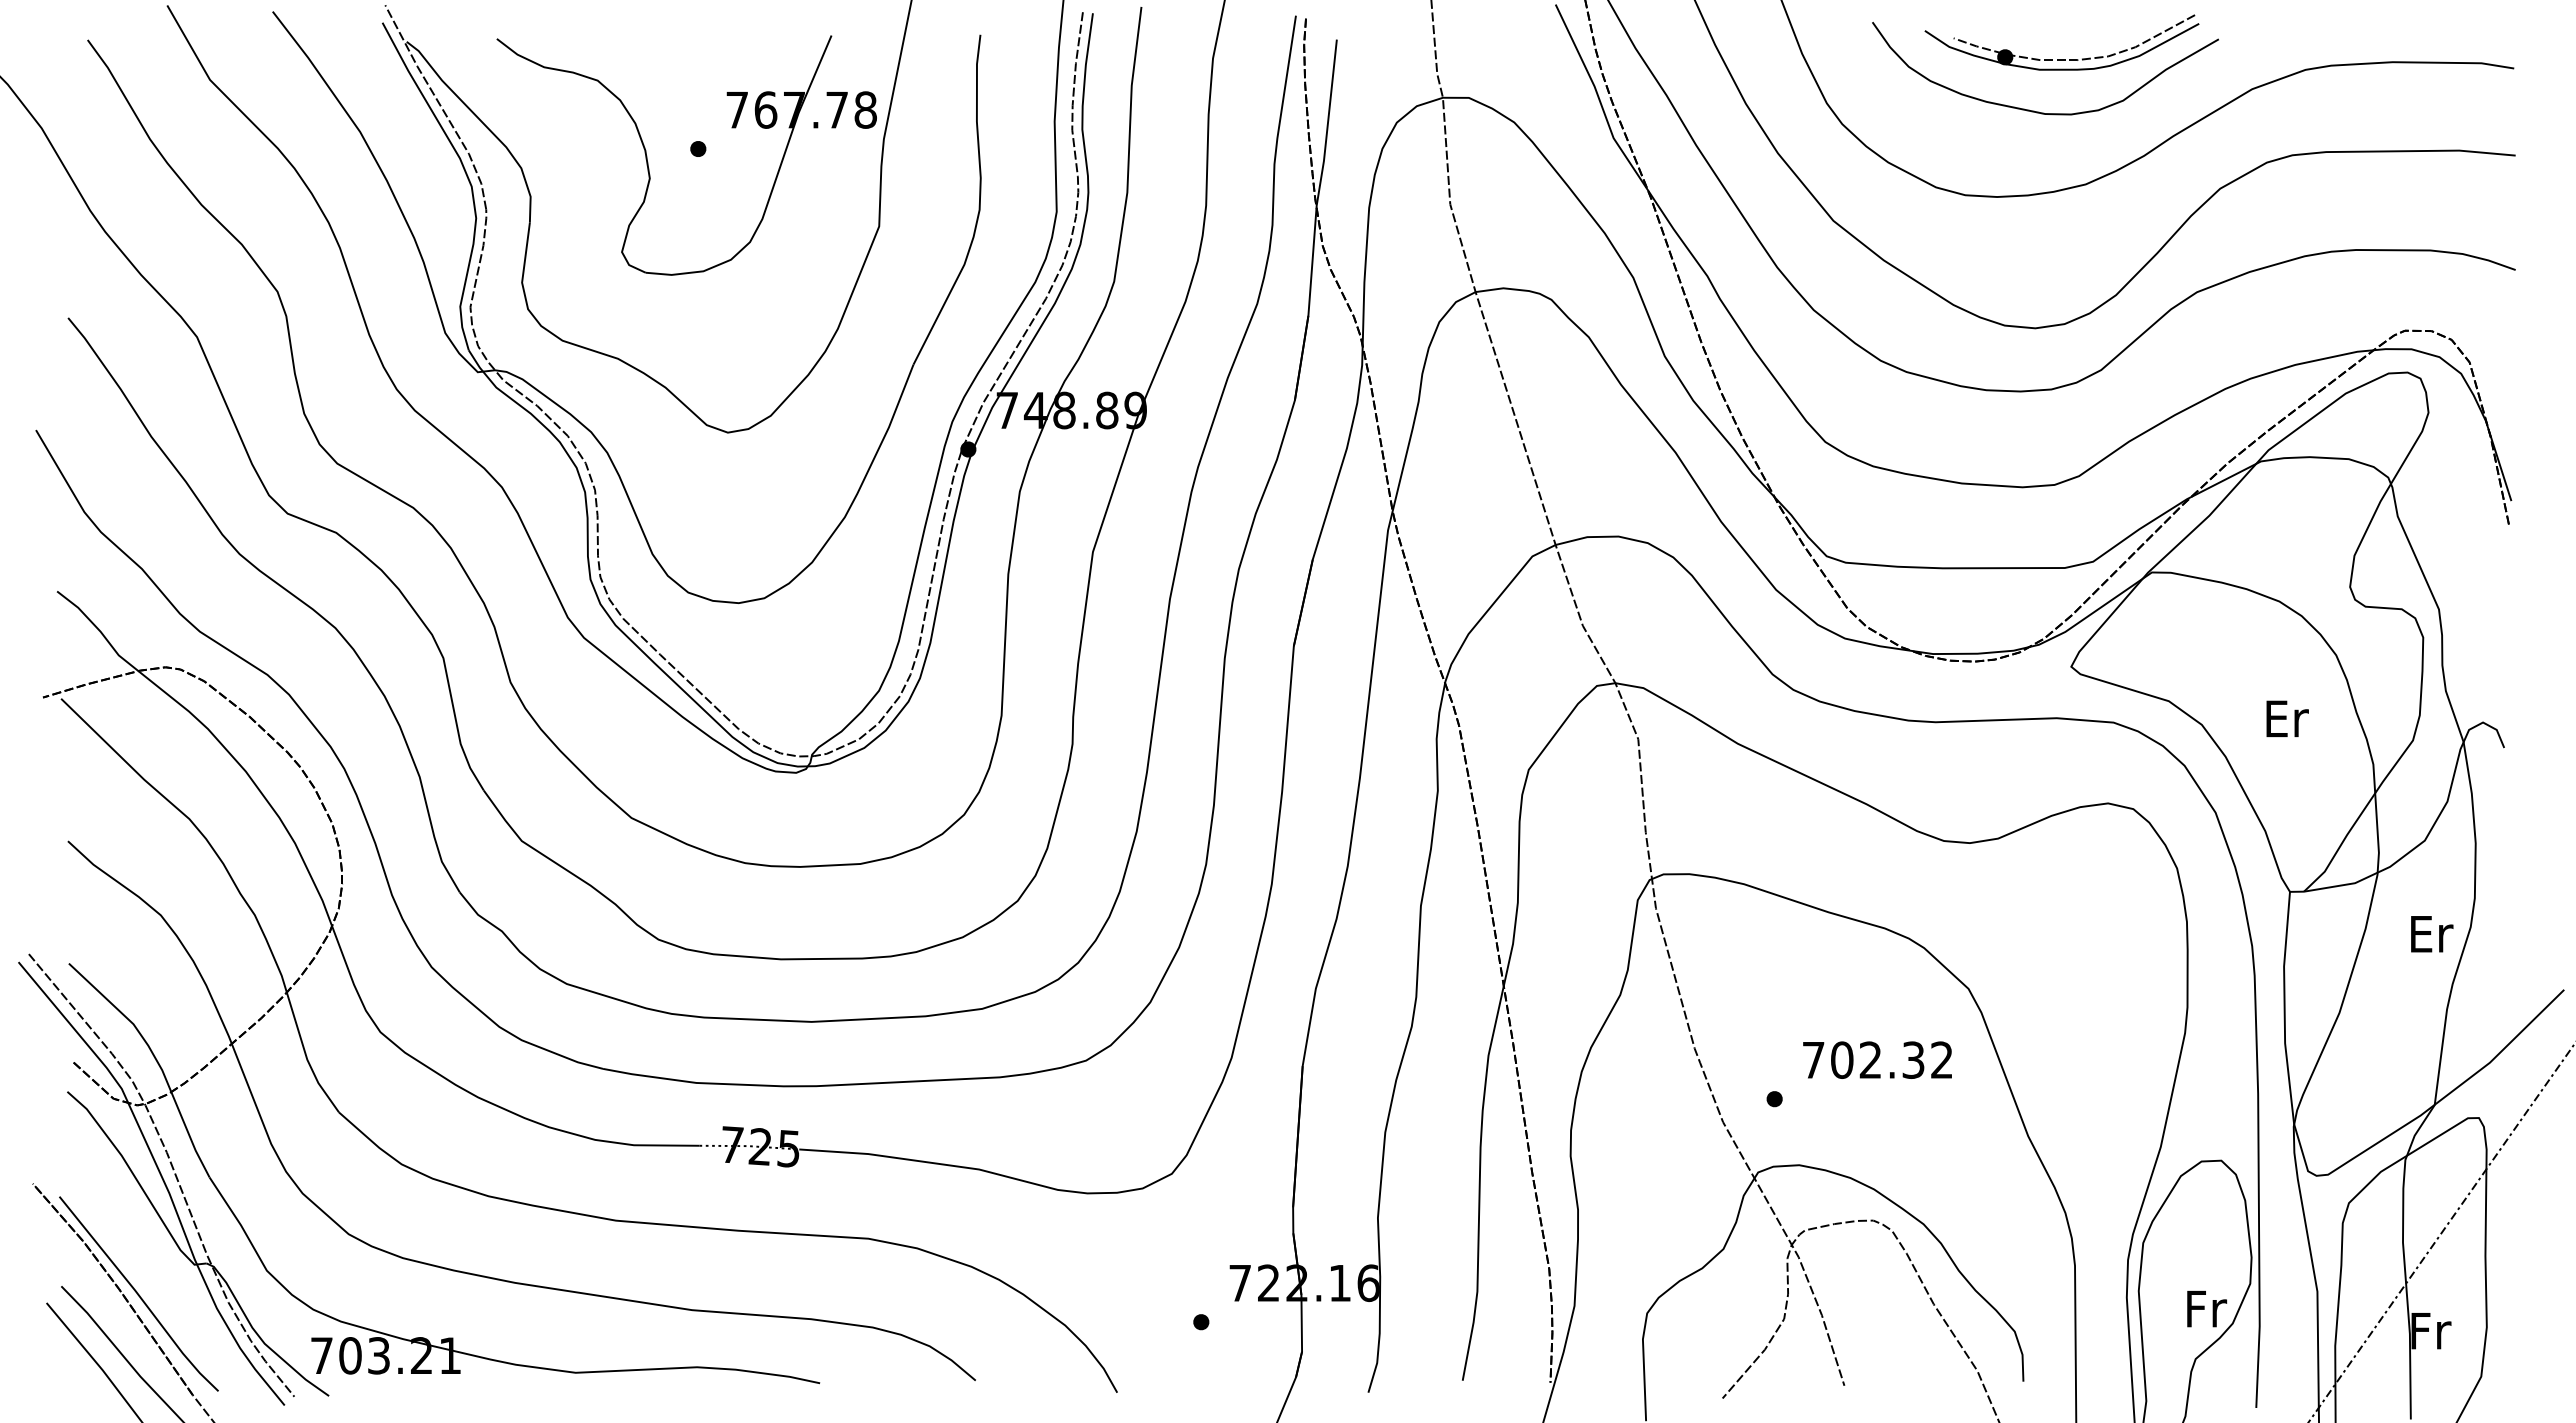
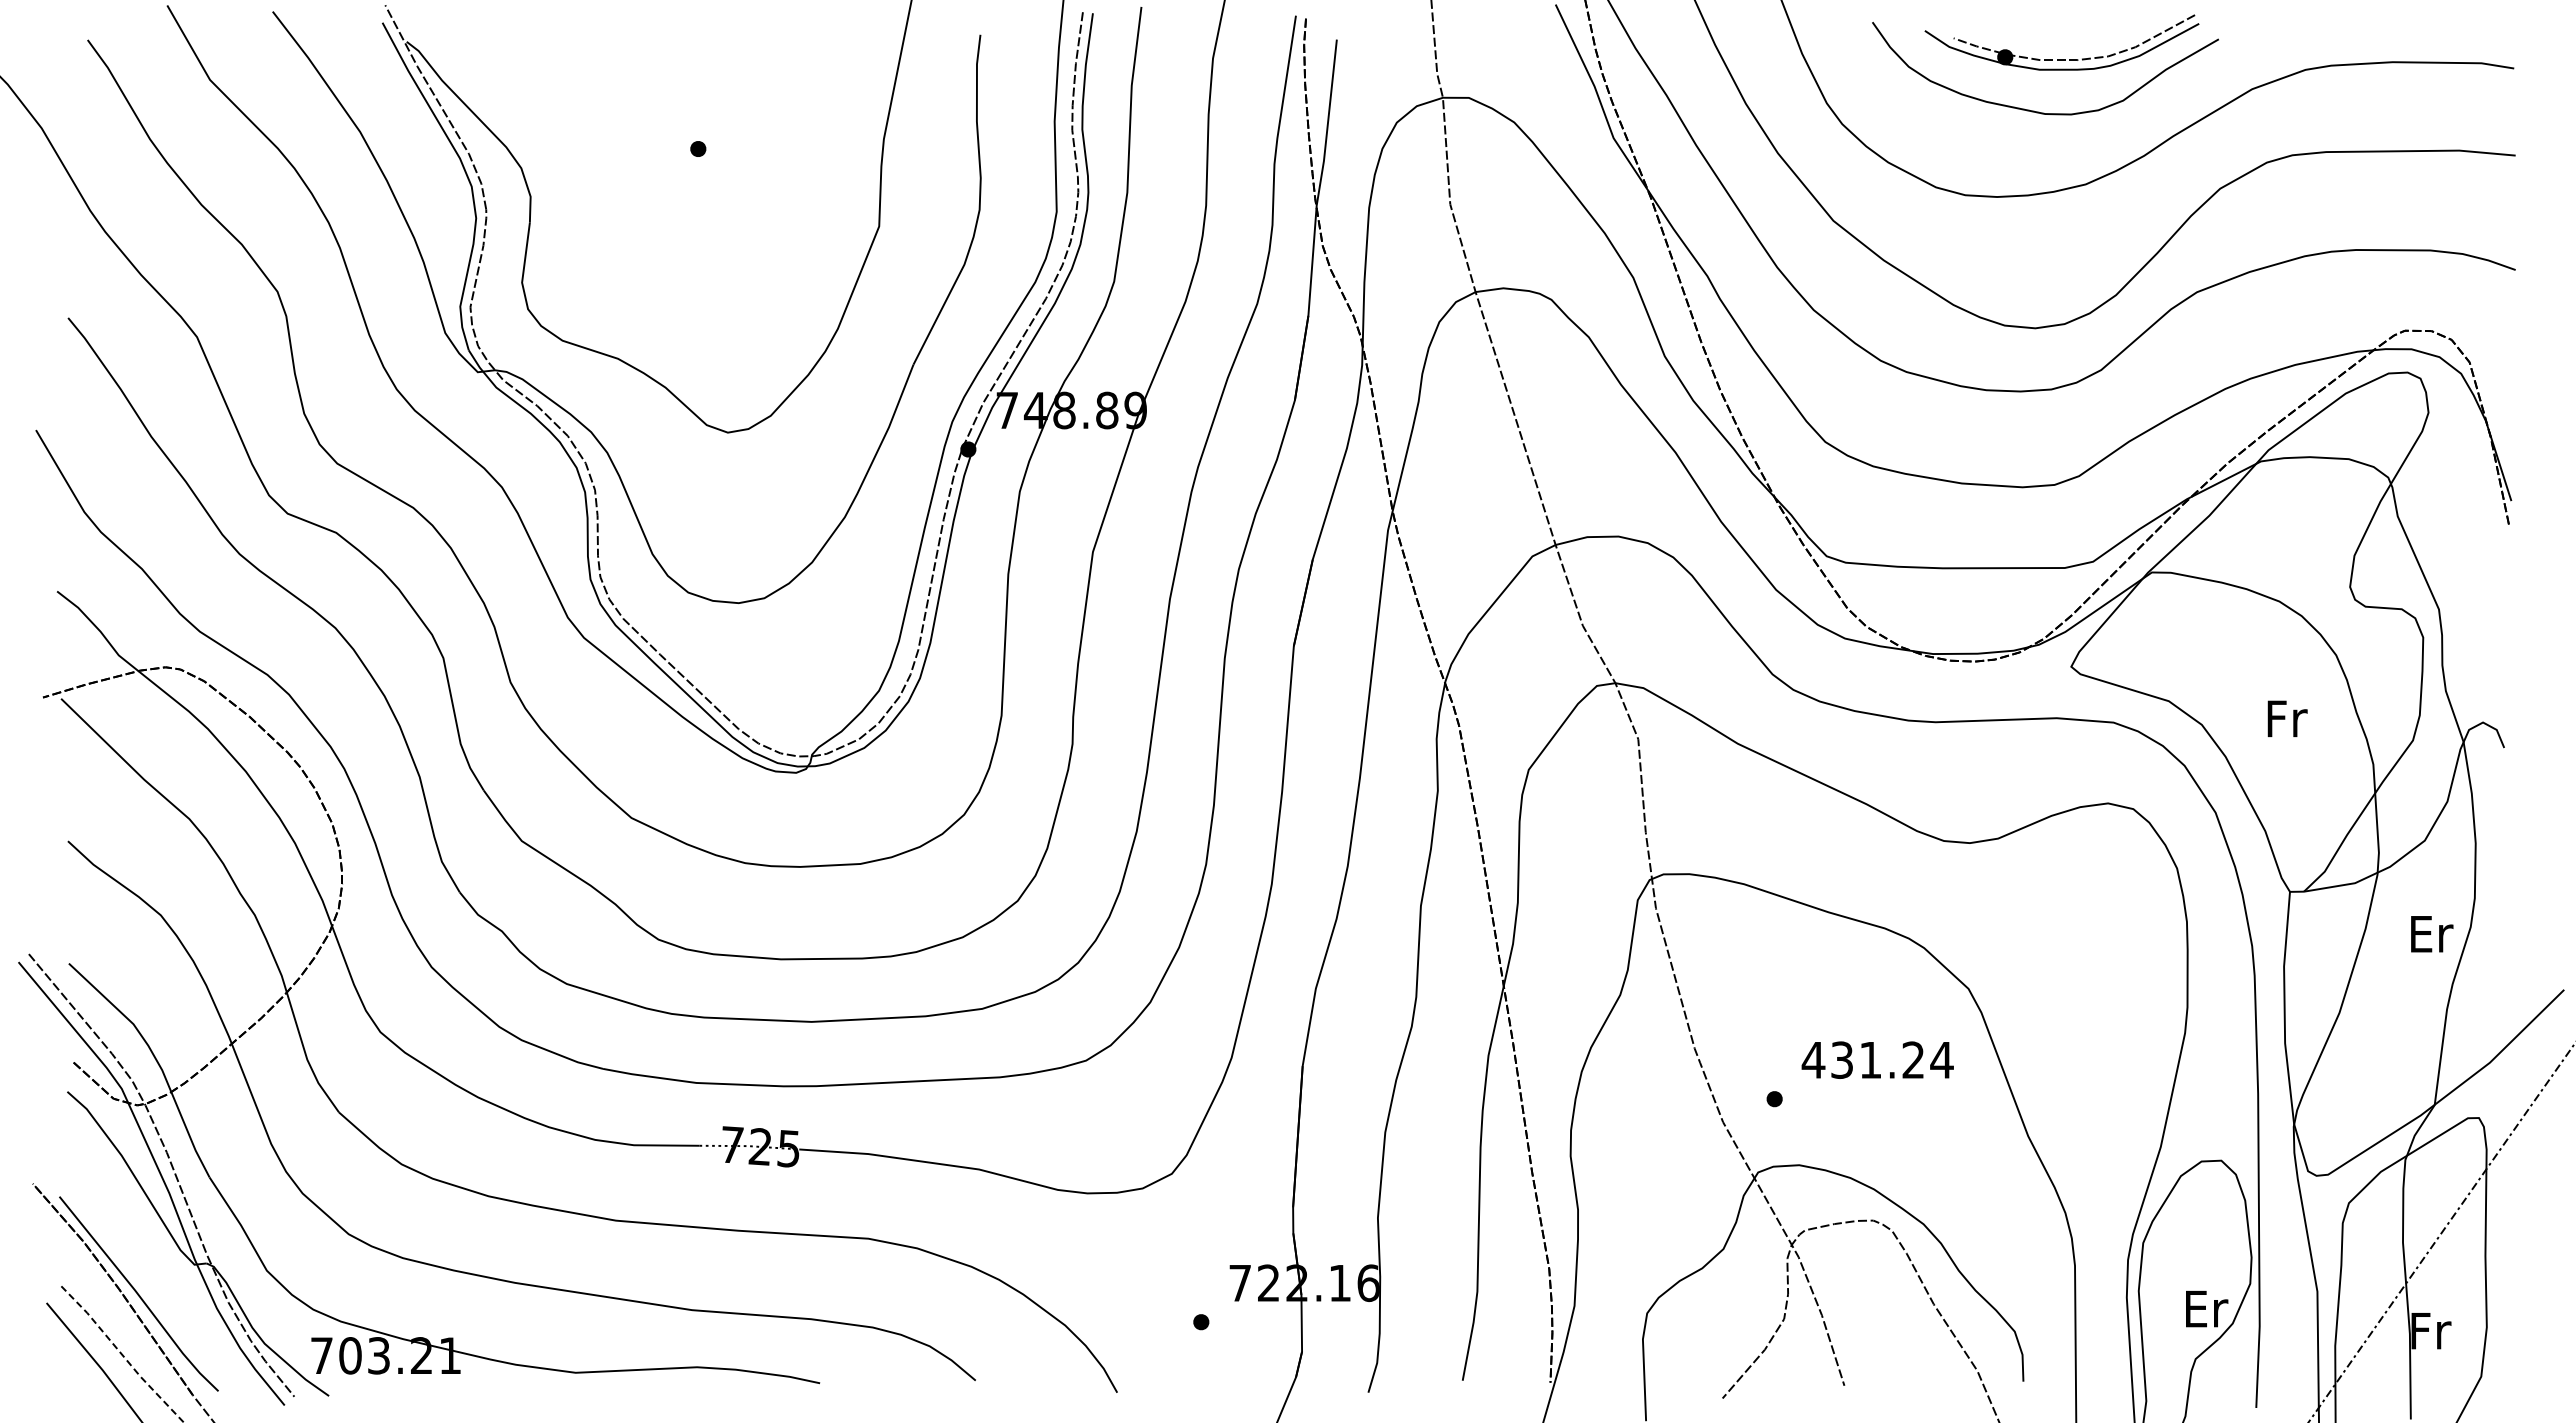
part at (648, 162): present -> none
text at (2287, 718): Er -> Fr
text at (1877, 1059): 702.32 -> 431.24
text at (2207, 1308): Fr -> Er
line at (122, 1355): solid -> dashed
